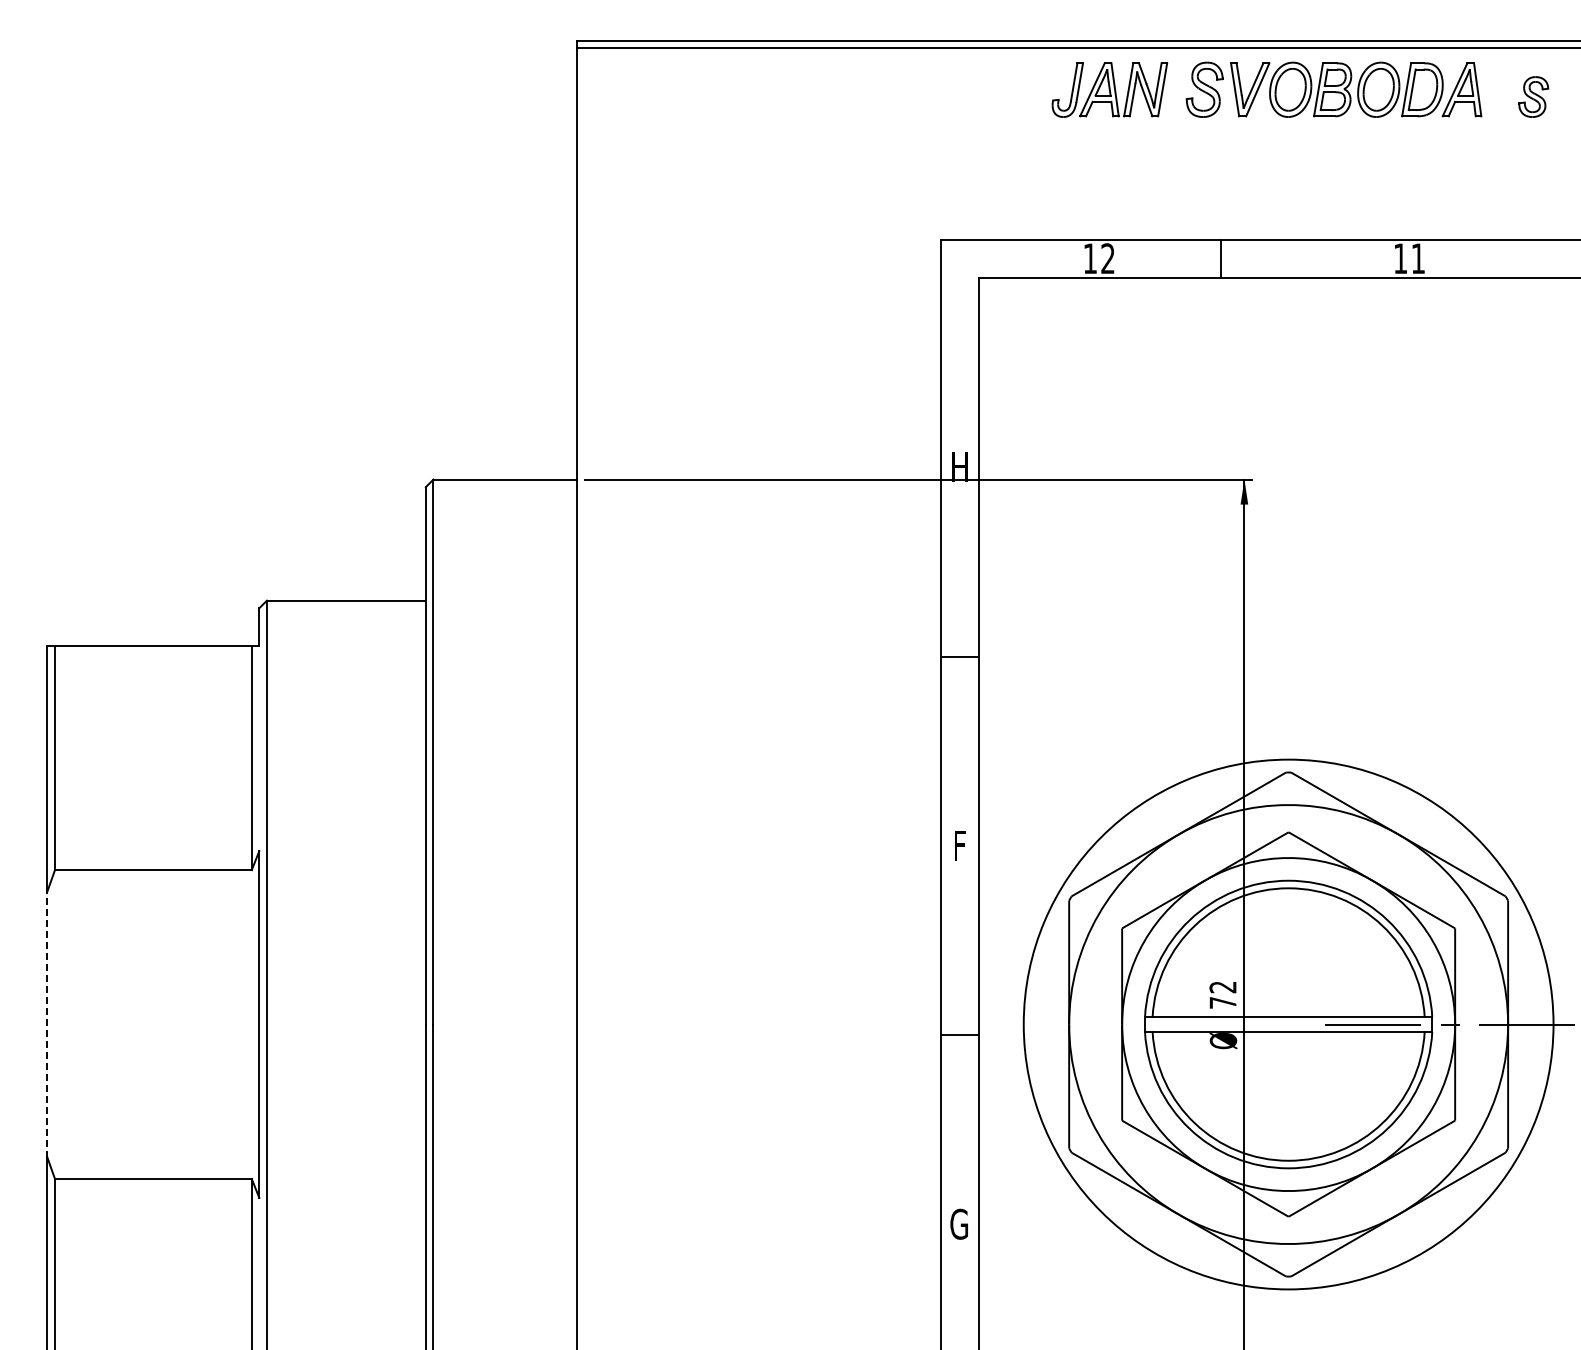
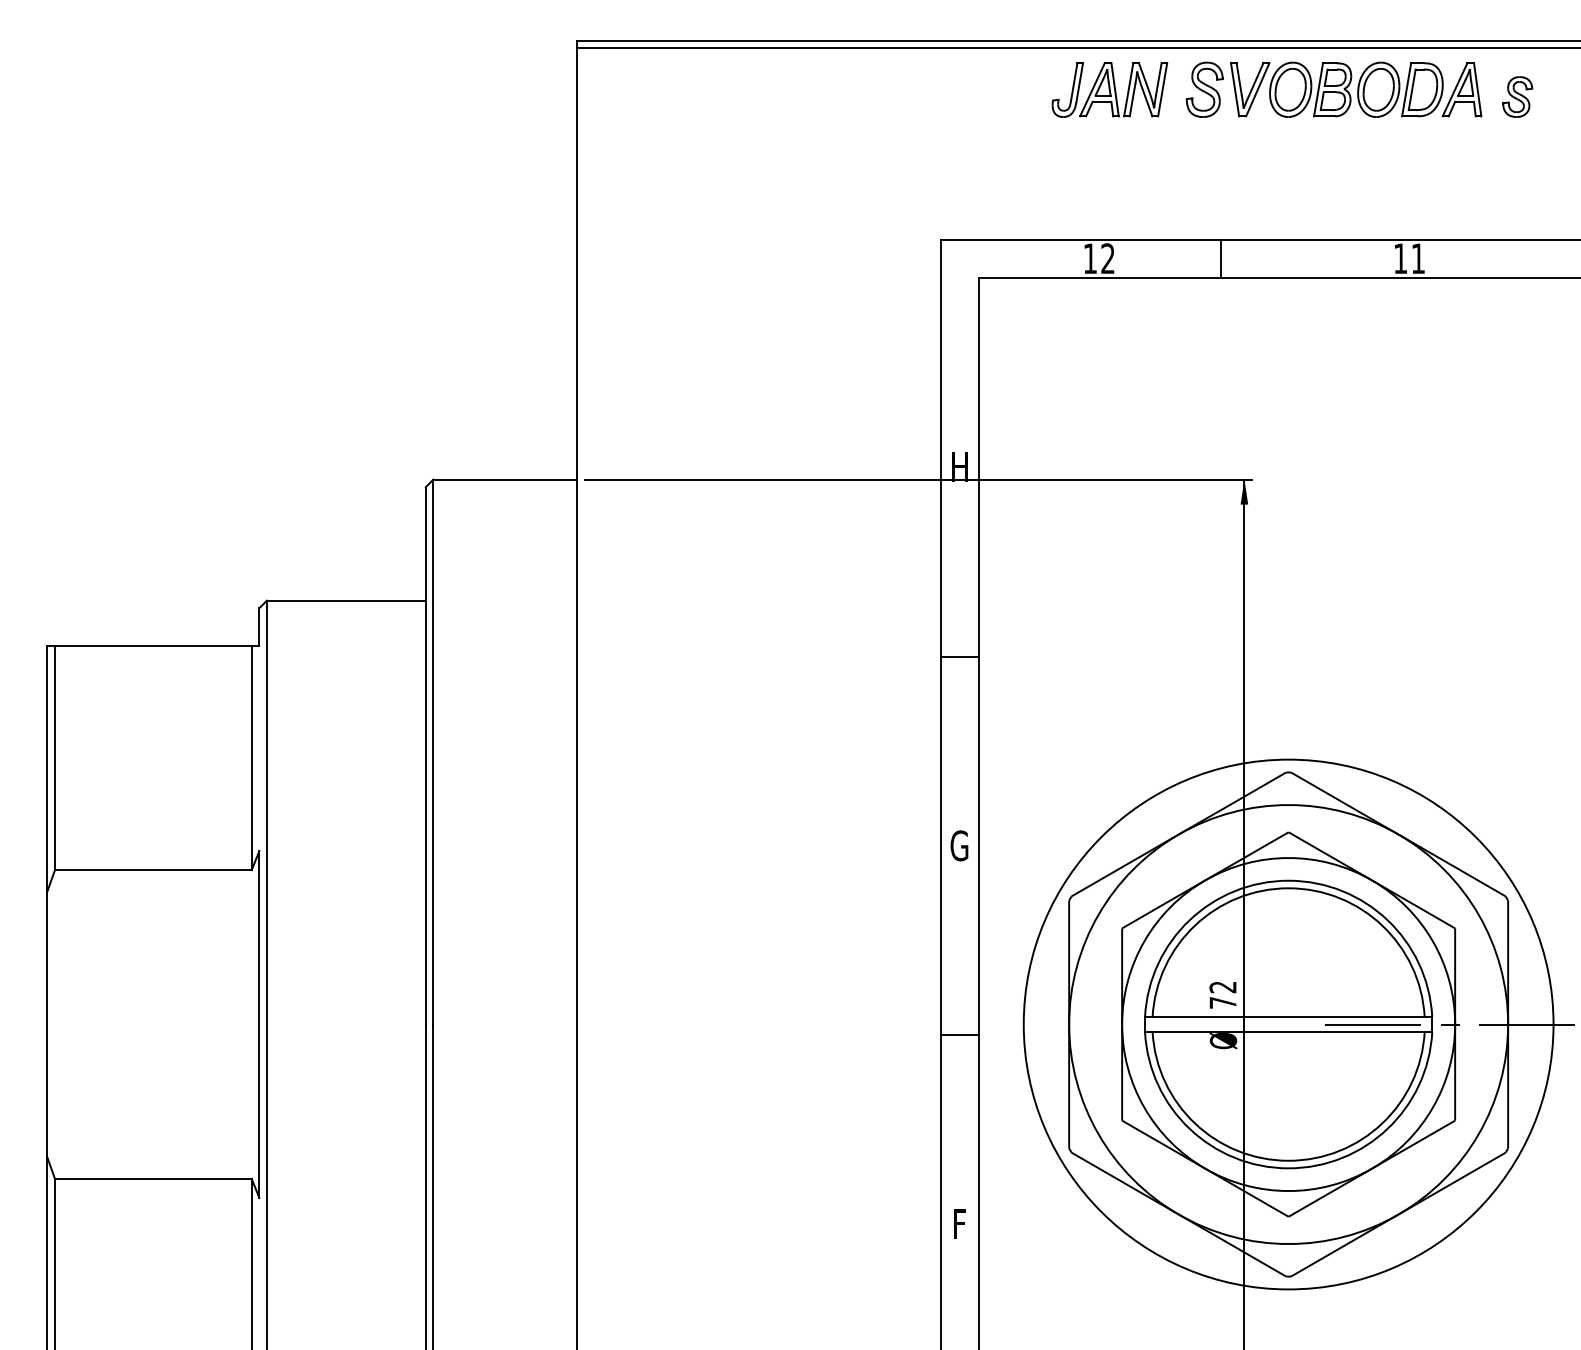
part at (1533, 96) position: (1533, 96) -> (1517, 96)
text at (959, 845): F -> G
line at (47, 1024): dashed -> solid
text at (958, 1223): G -> F
